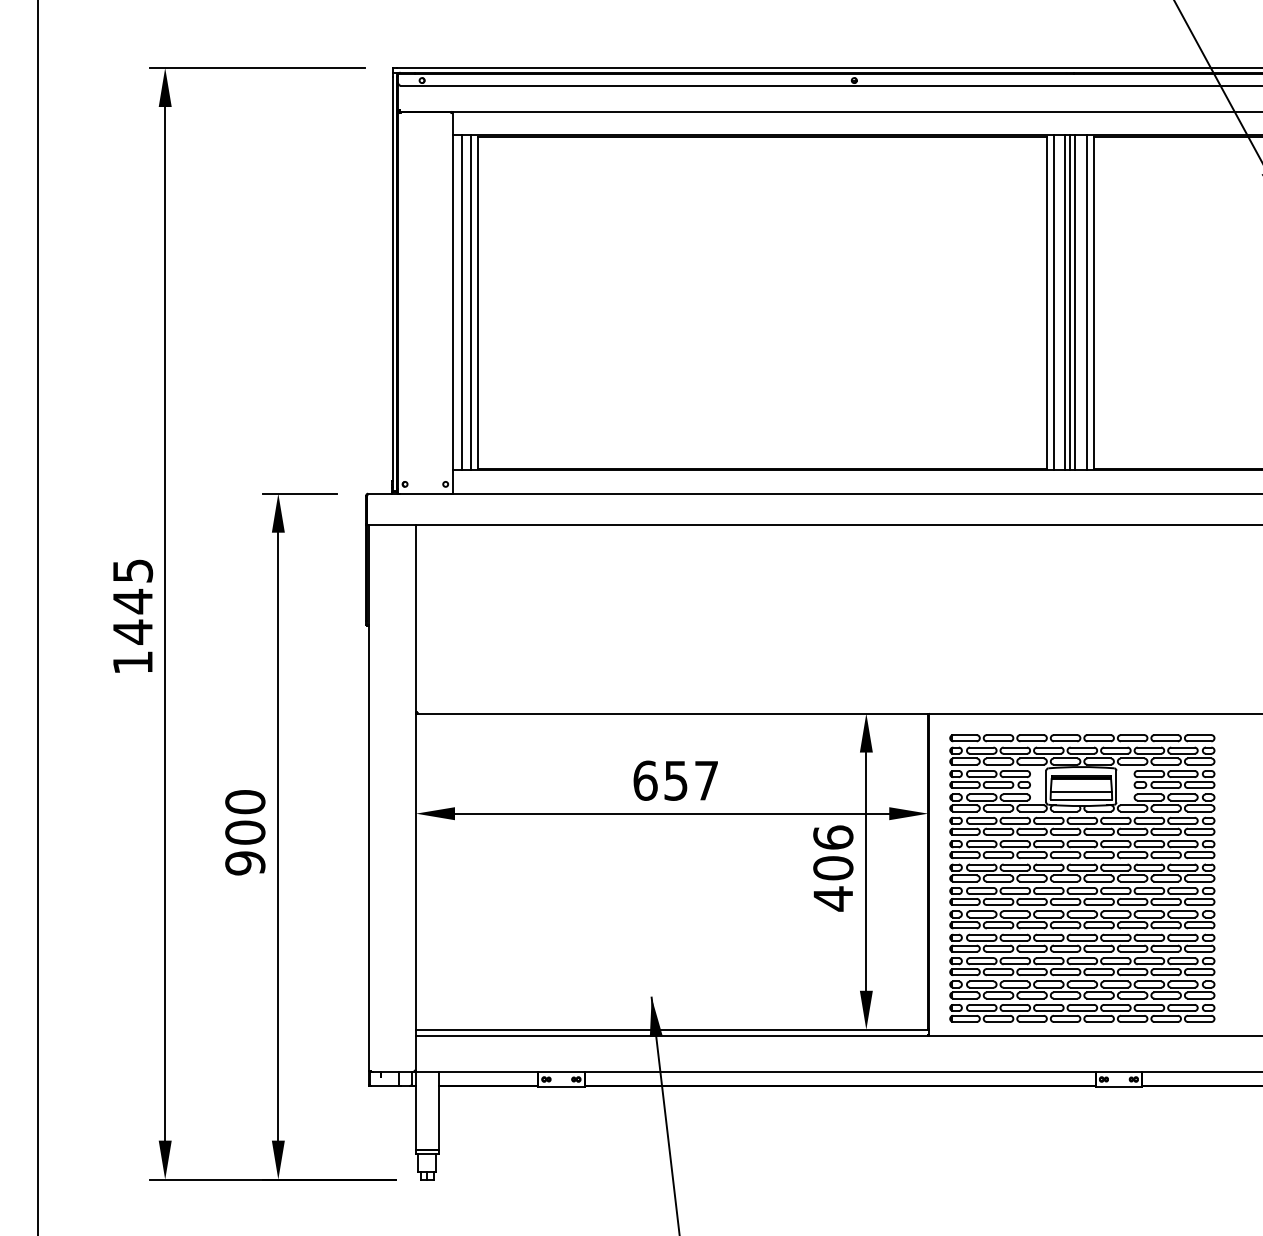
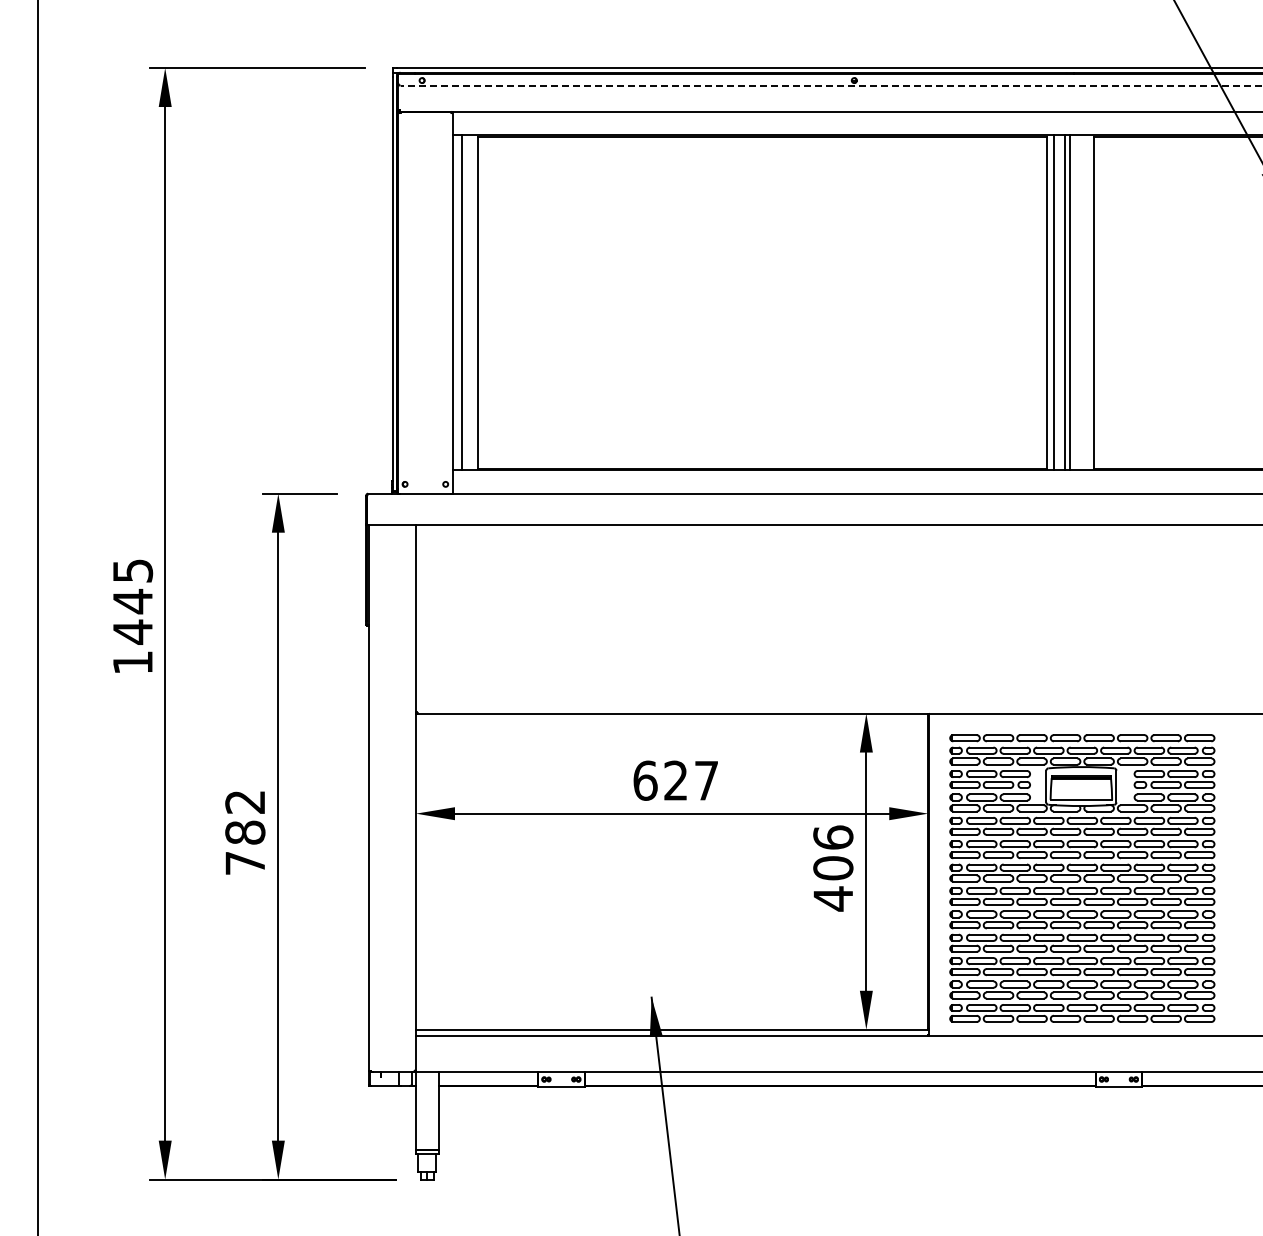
line at (831, 85): solid -> dashed
line at (471, 302): present -> none
line at (1075, 302): present -> none
line at (1087, 302): present -> none
text at (675, 780): 657 -> 627
line at (1080, 791): present -> none
text at (245, 832): 900 -> 782
